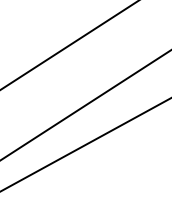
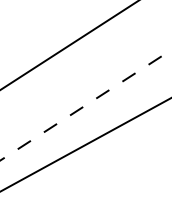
line at (85, 105): solid -> dashed
